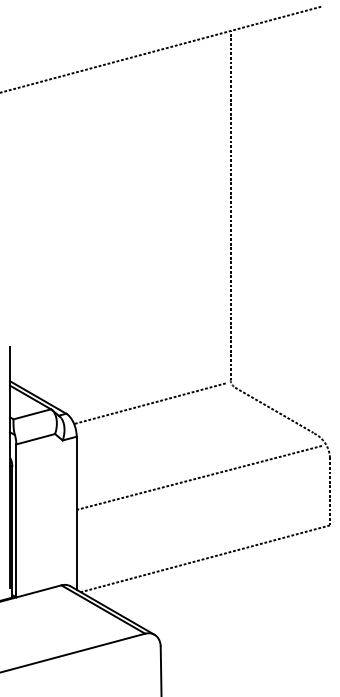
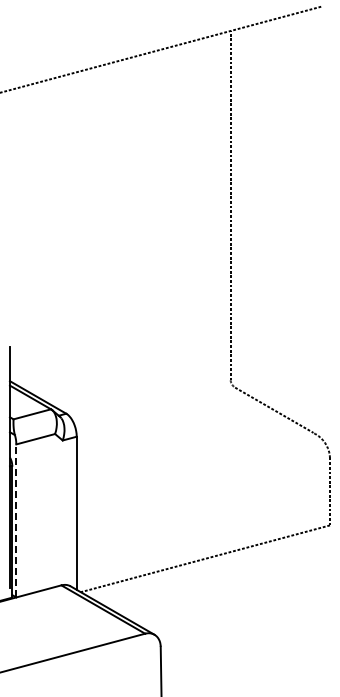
line at (149, 403): present -> none
line at (198, 477): present -> none
line at (16, 520): solid -> dashed
